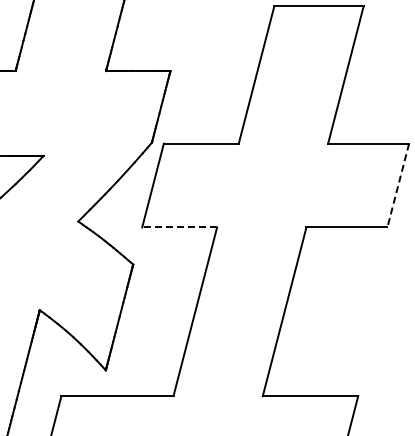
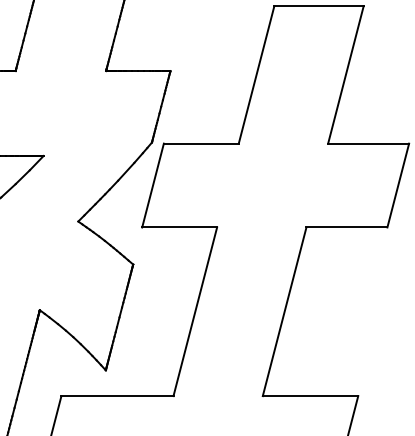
line at (398, 186): dashed -> solid
line at (179, 227): dashed -> solid
